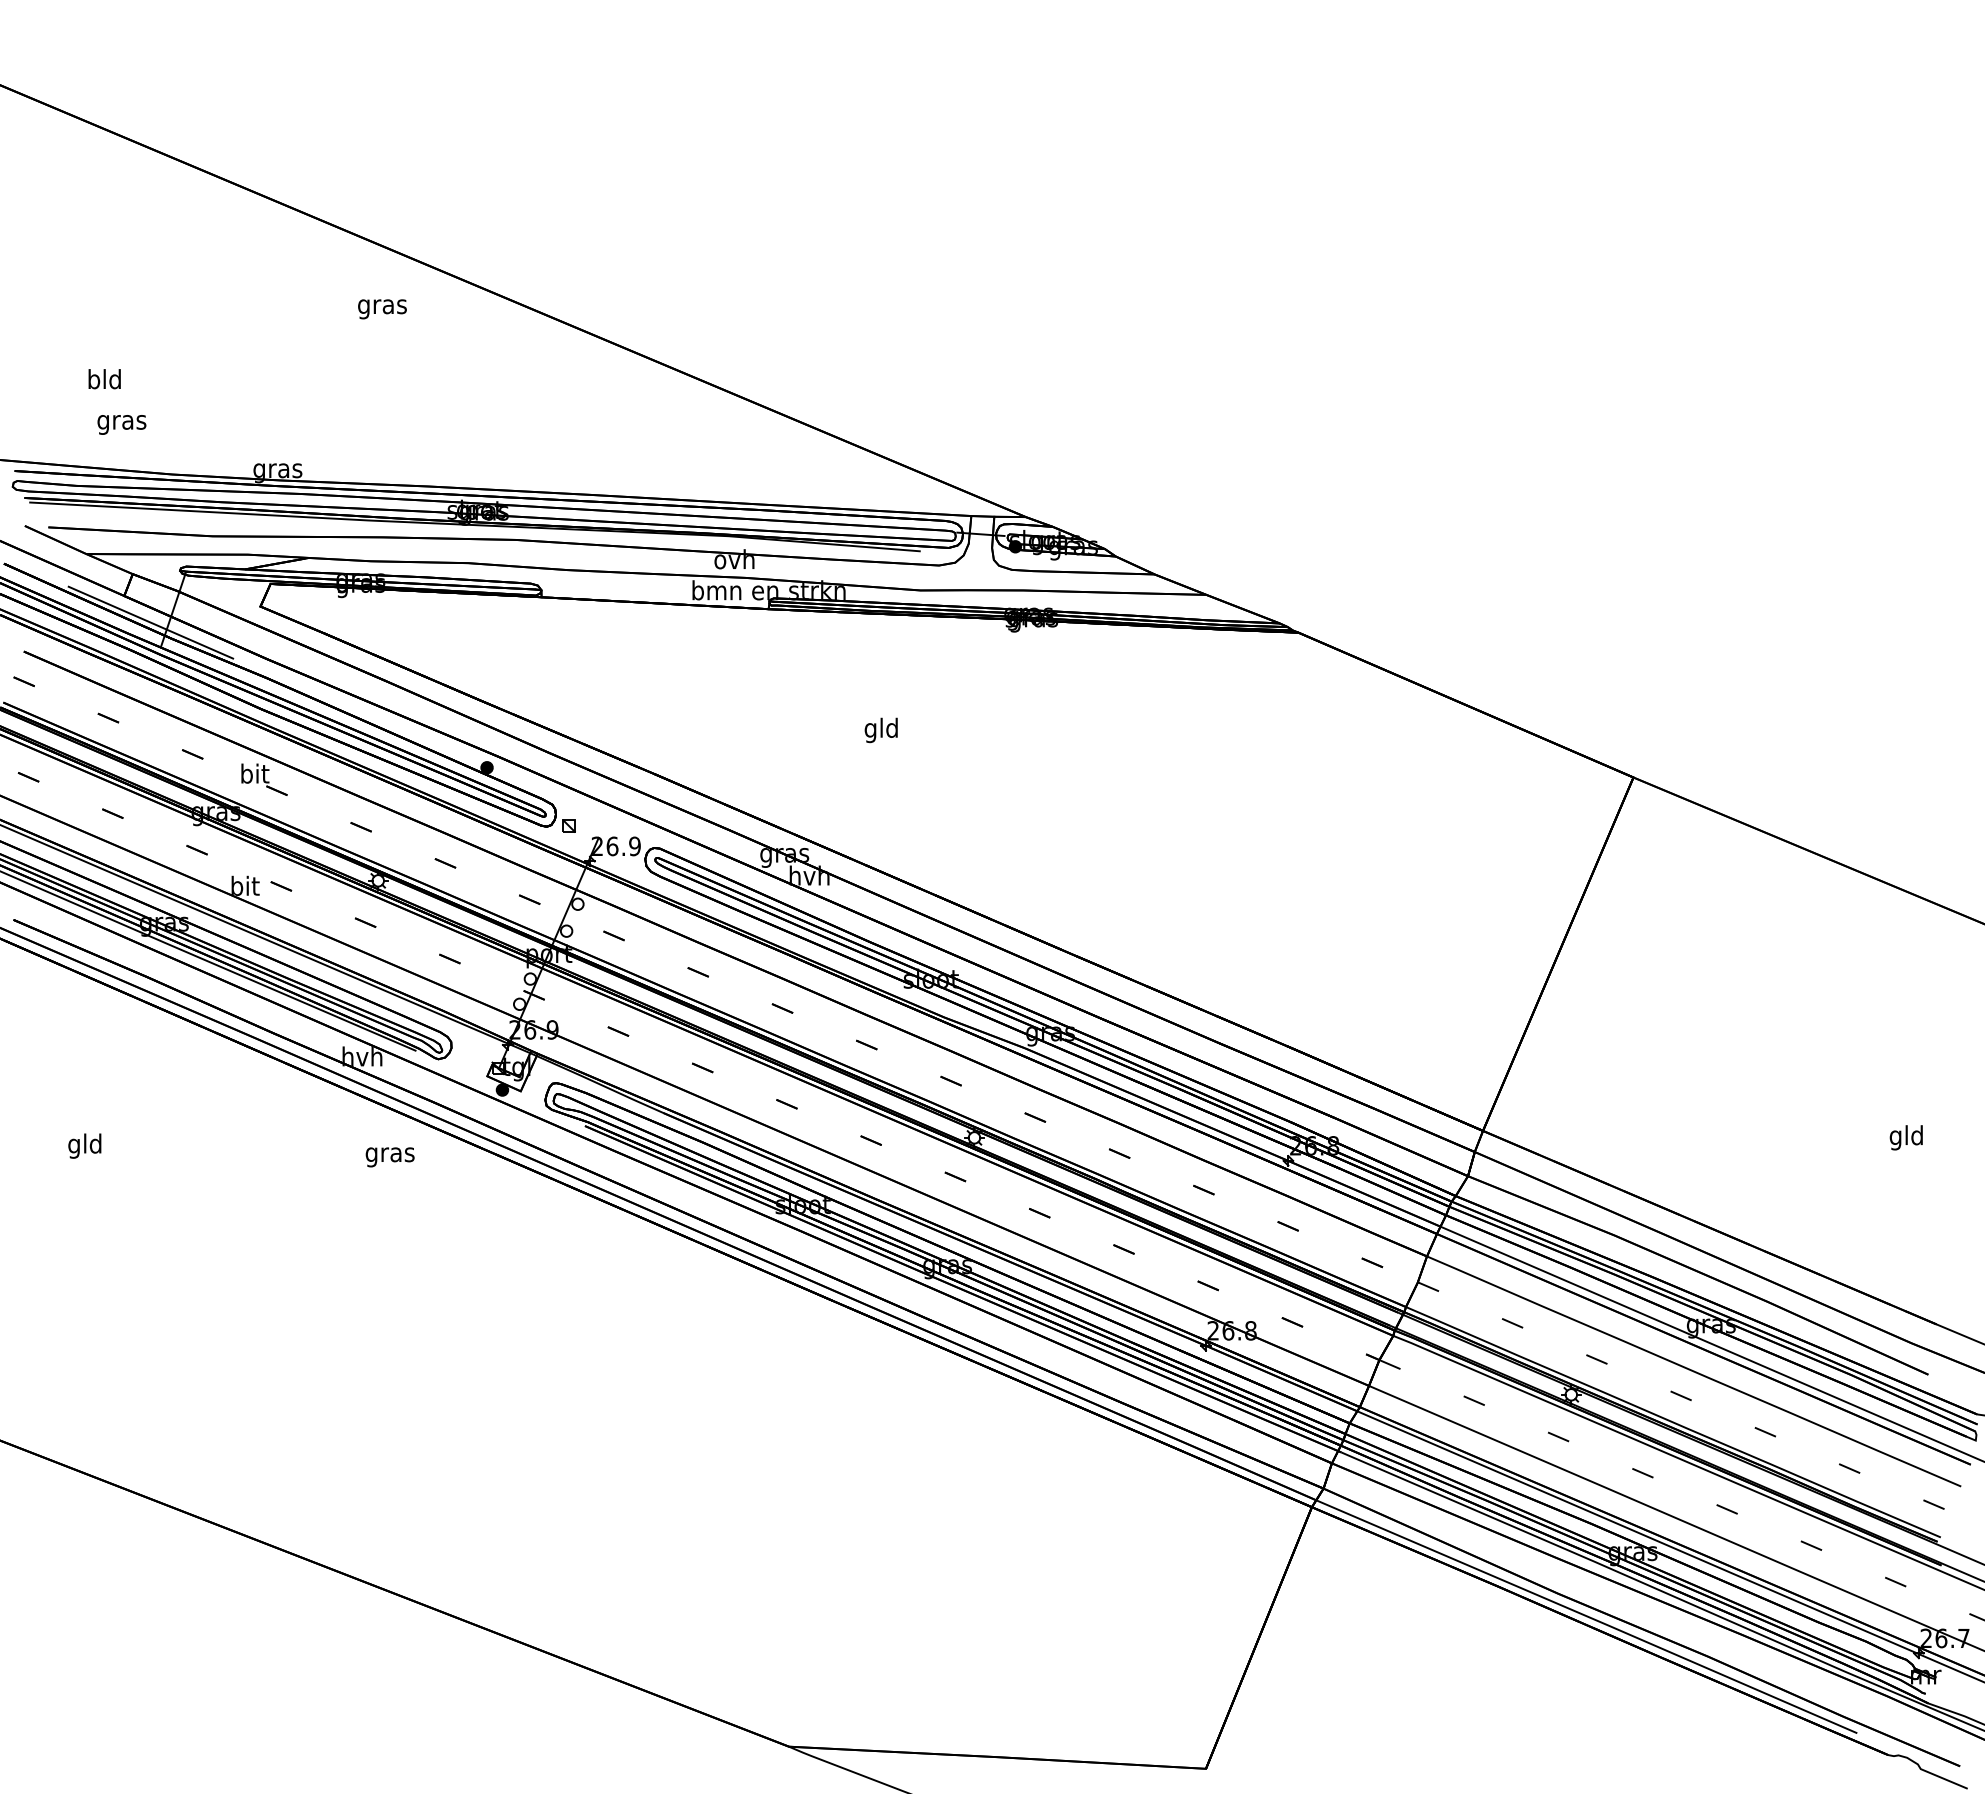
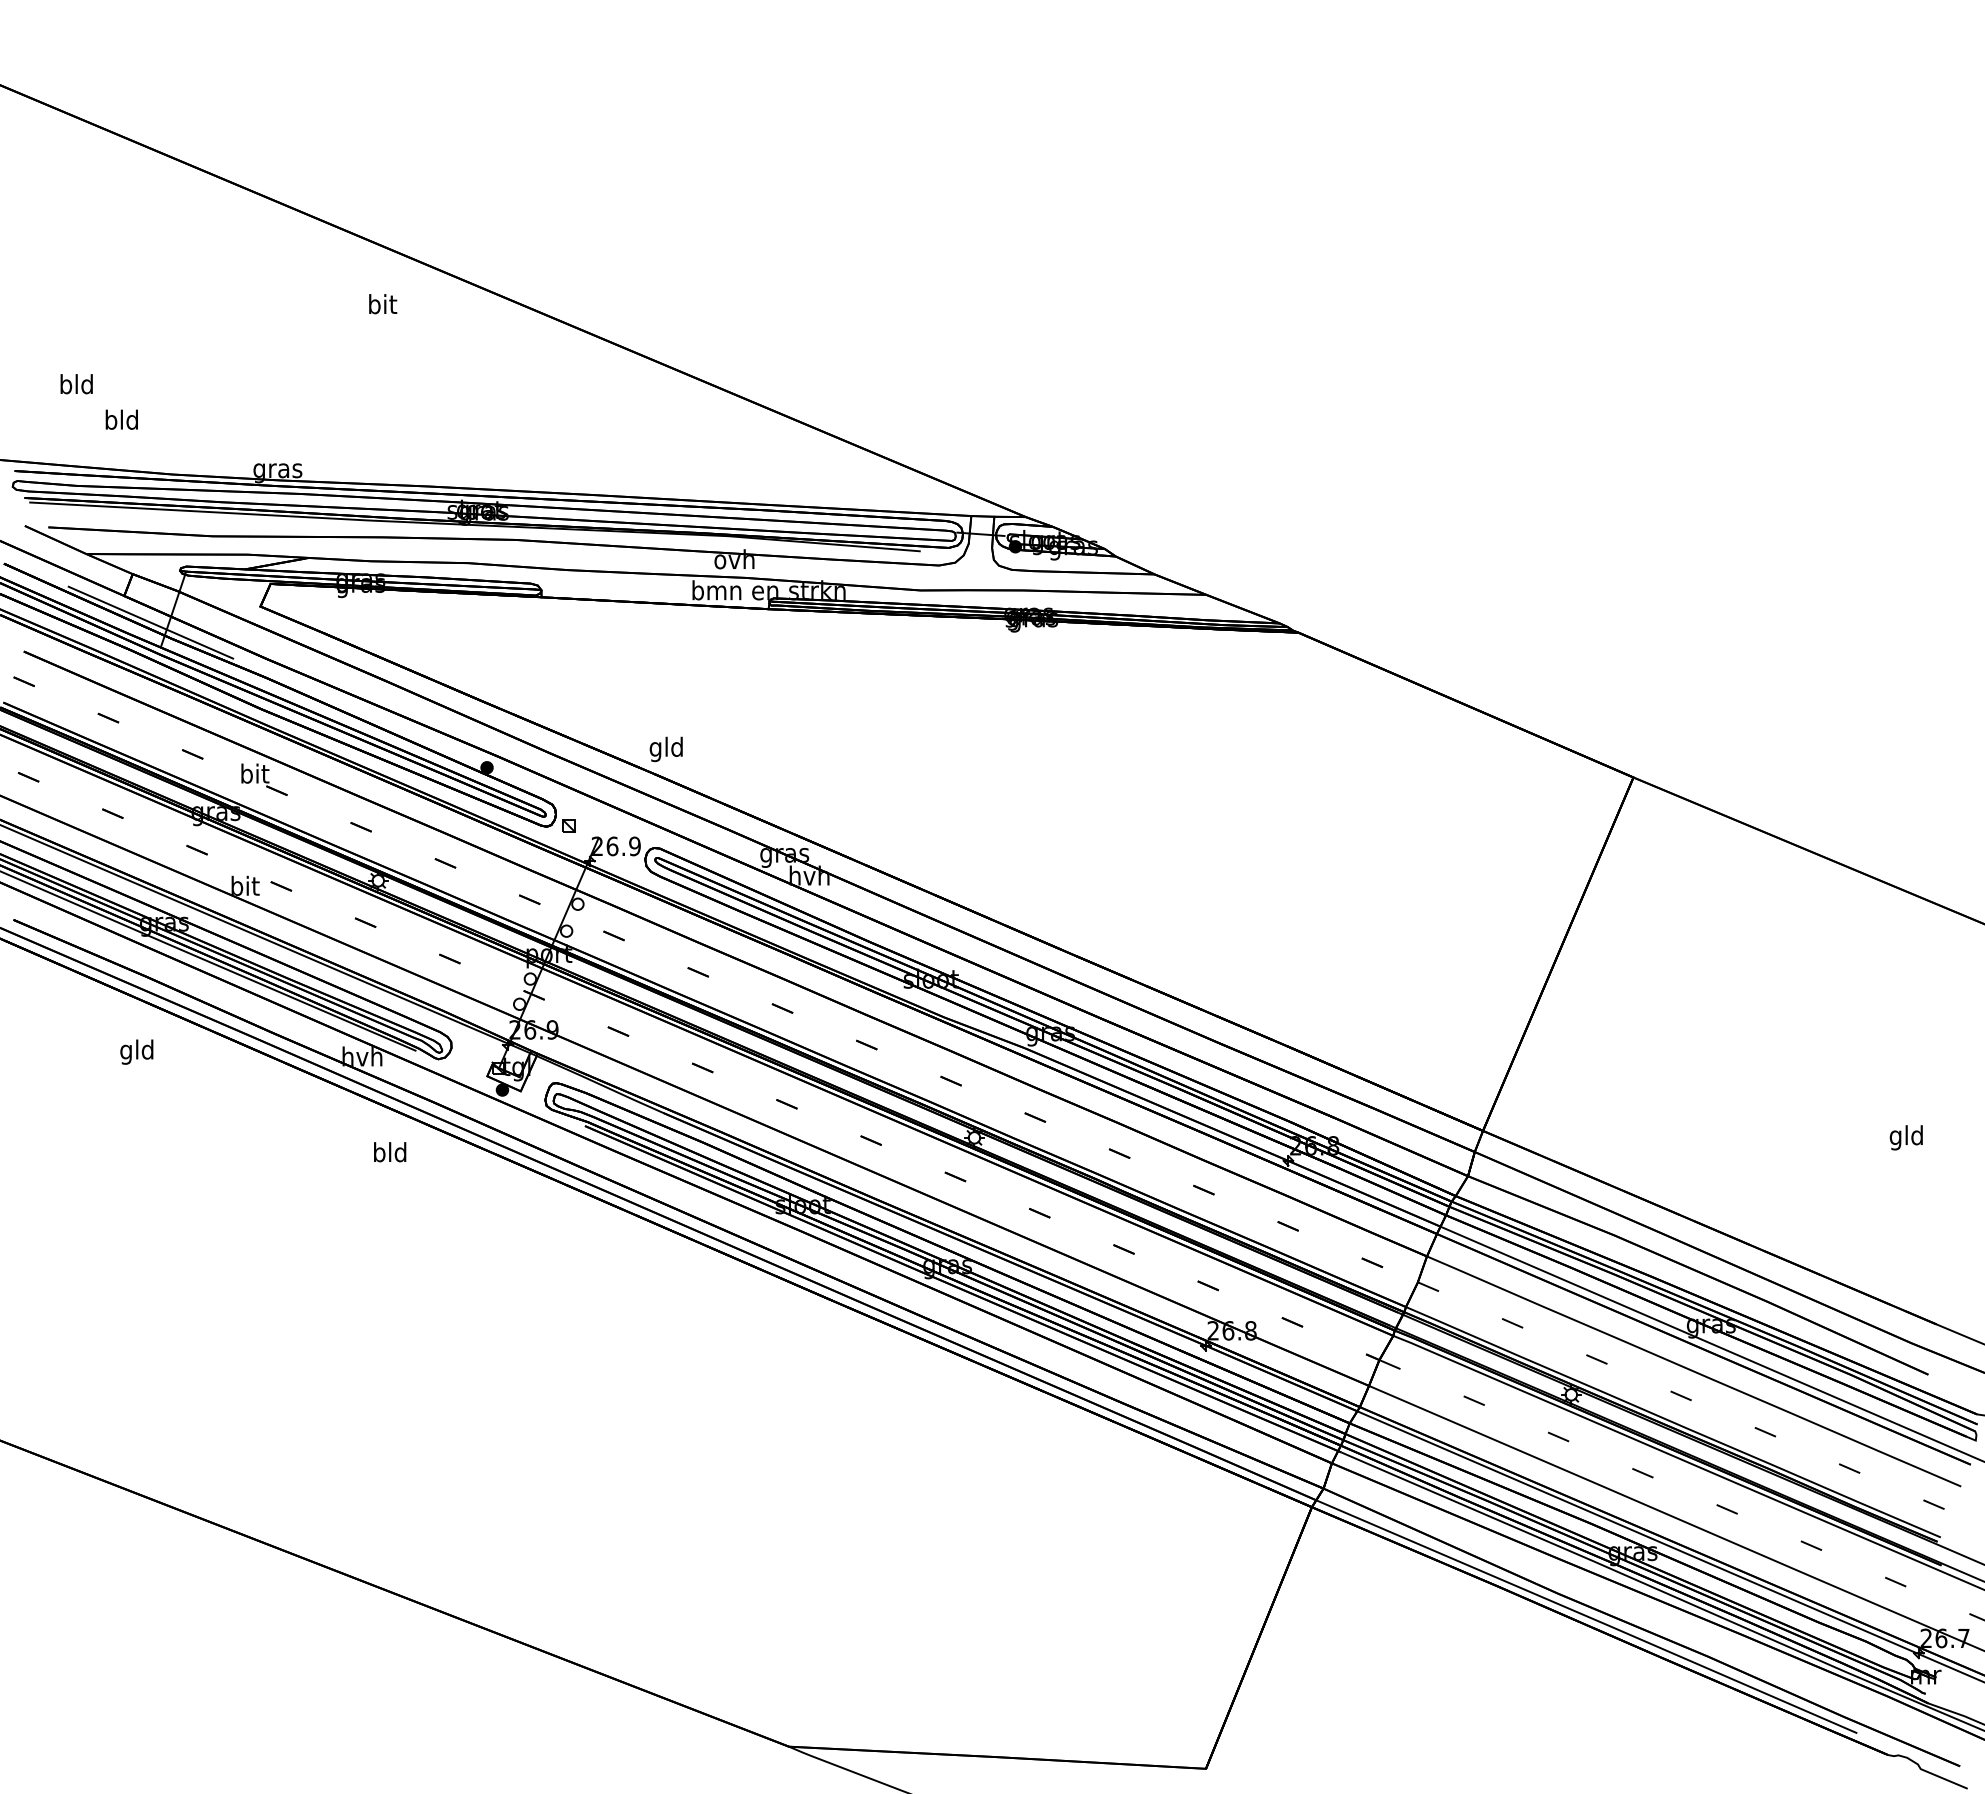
text at (382, 306): gras -> bit
text at (104, 379) position: (104, 379) -> (76, 384)
text at (121, 421): gras -> bld
text at (880, 730) position: (880, 730) -> (665, 749)
text at (84, 1145) position: (84, 1145) -> (136, 1051)
text at (389, 1154): gras -> bld
